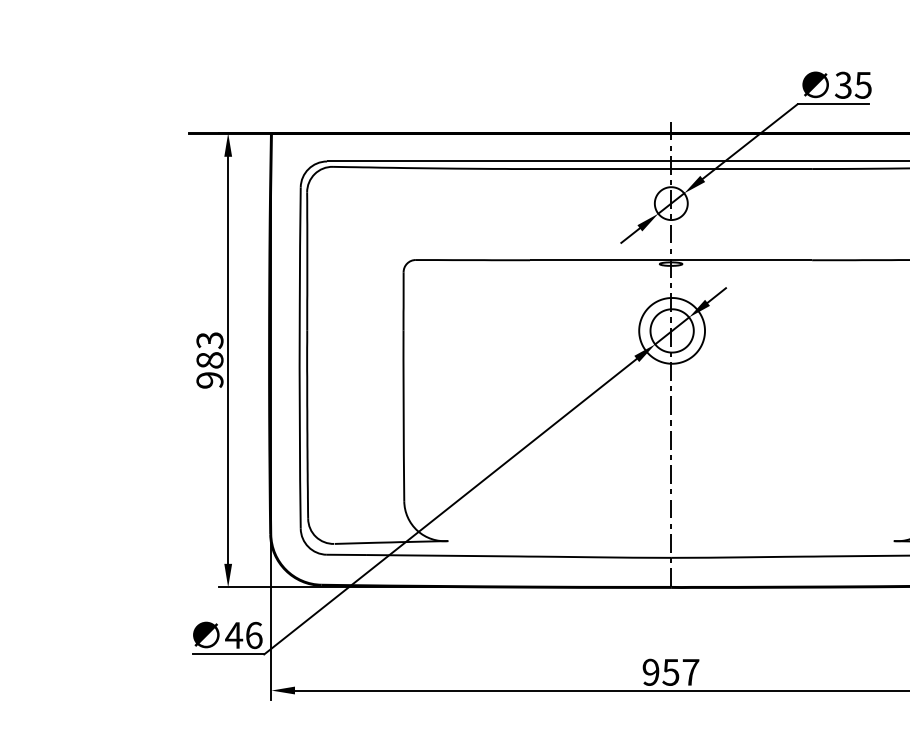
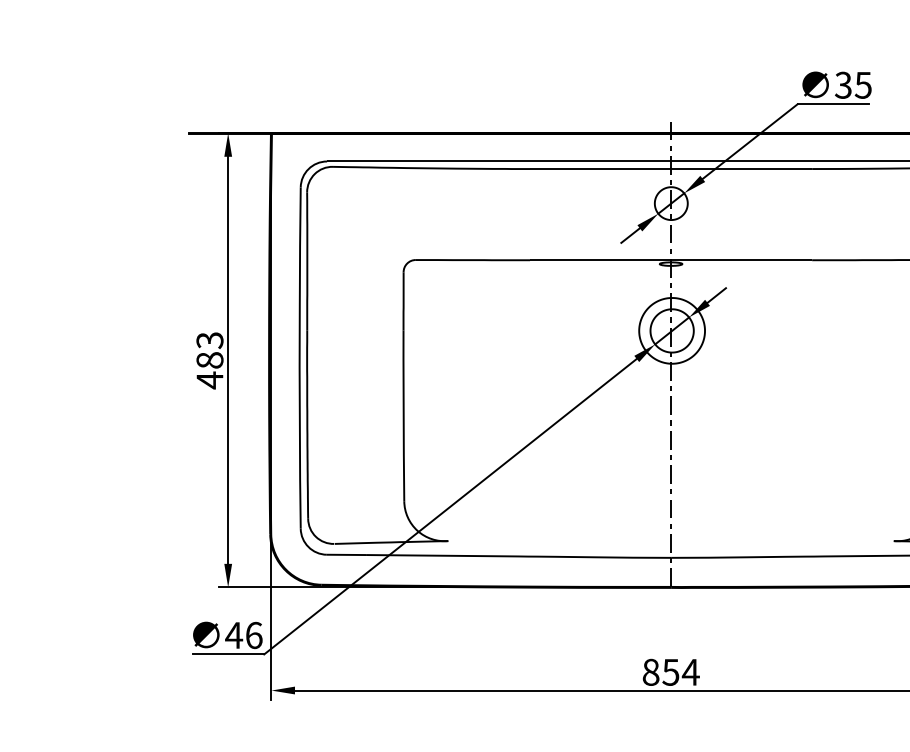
text at (209, 380): 983 -> 483
text at (670, 671): 957 -> 854
